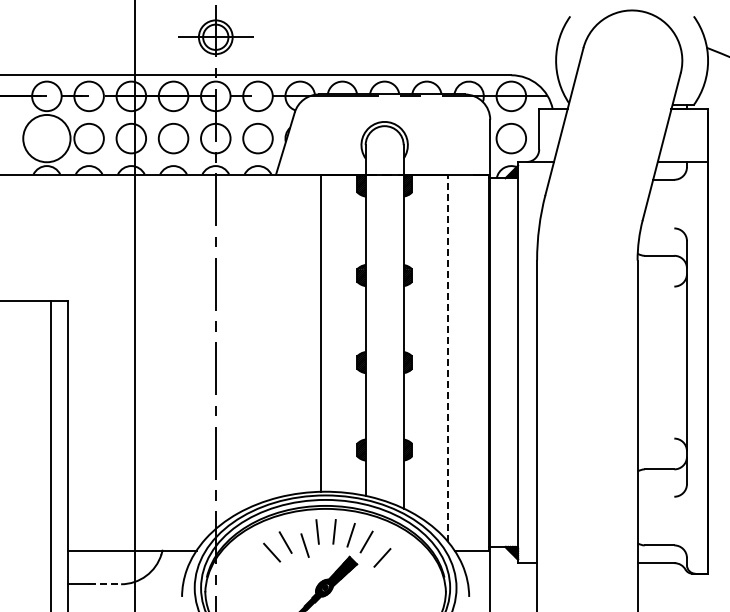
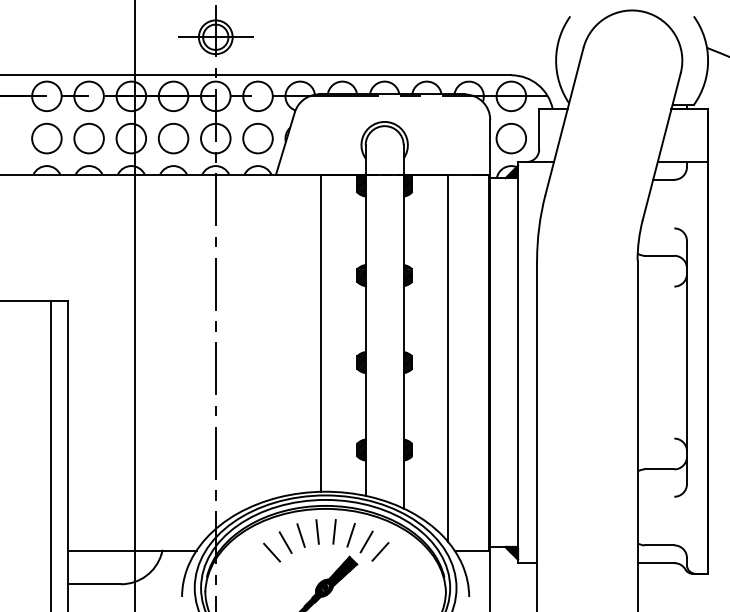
circle at (46, 138) diameter: 47 px -> 30 px
line at (448, 358): dashed -> solid
line at (304, 545) position: (304, 545) -> (300, 535)
line at (382, 557) position: (382, 557) -> (380, 551)
line at (105, 584): dashed -> solid
